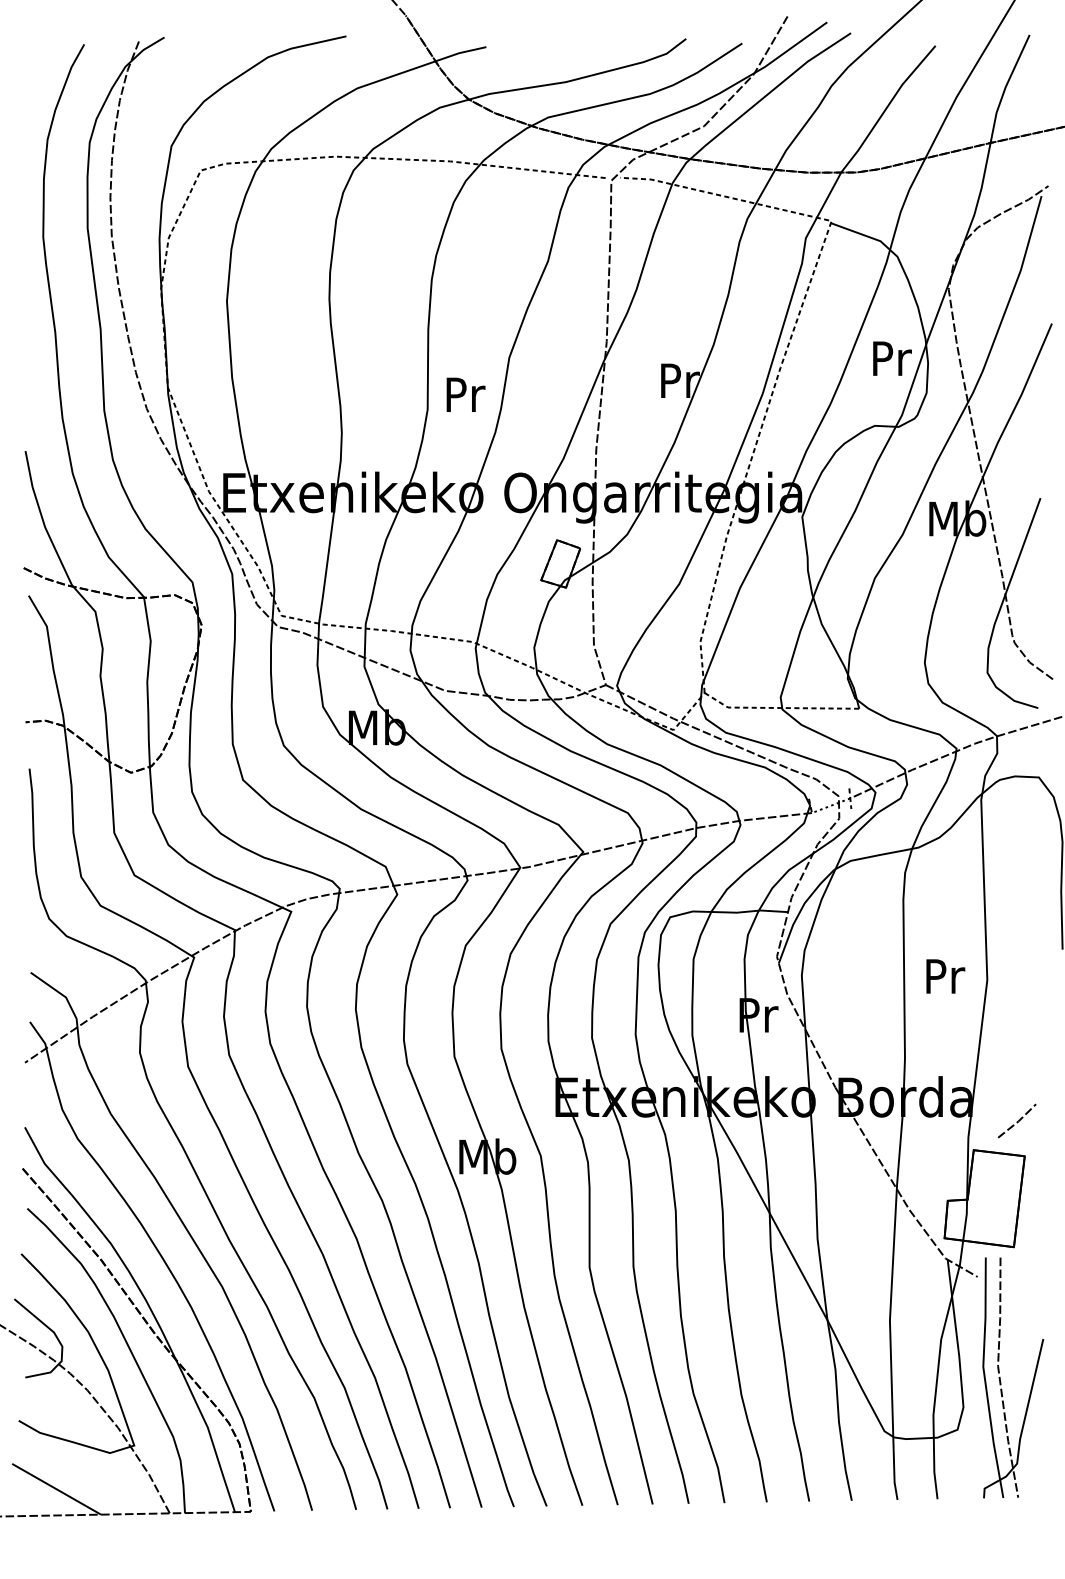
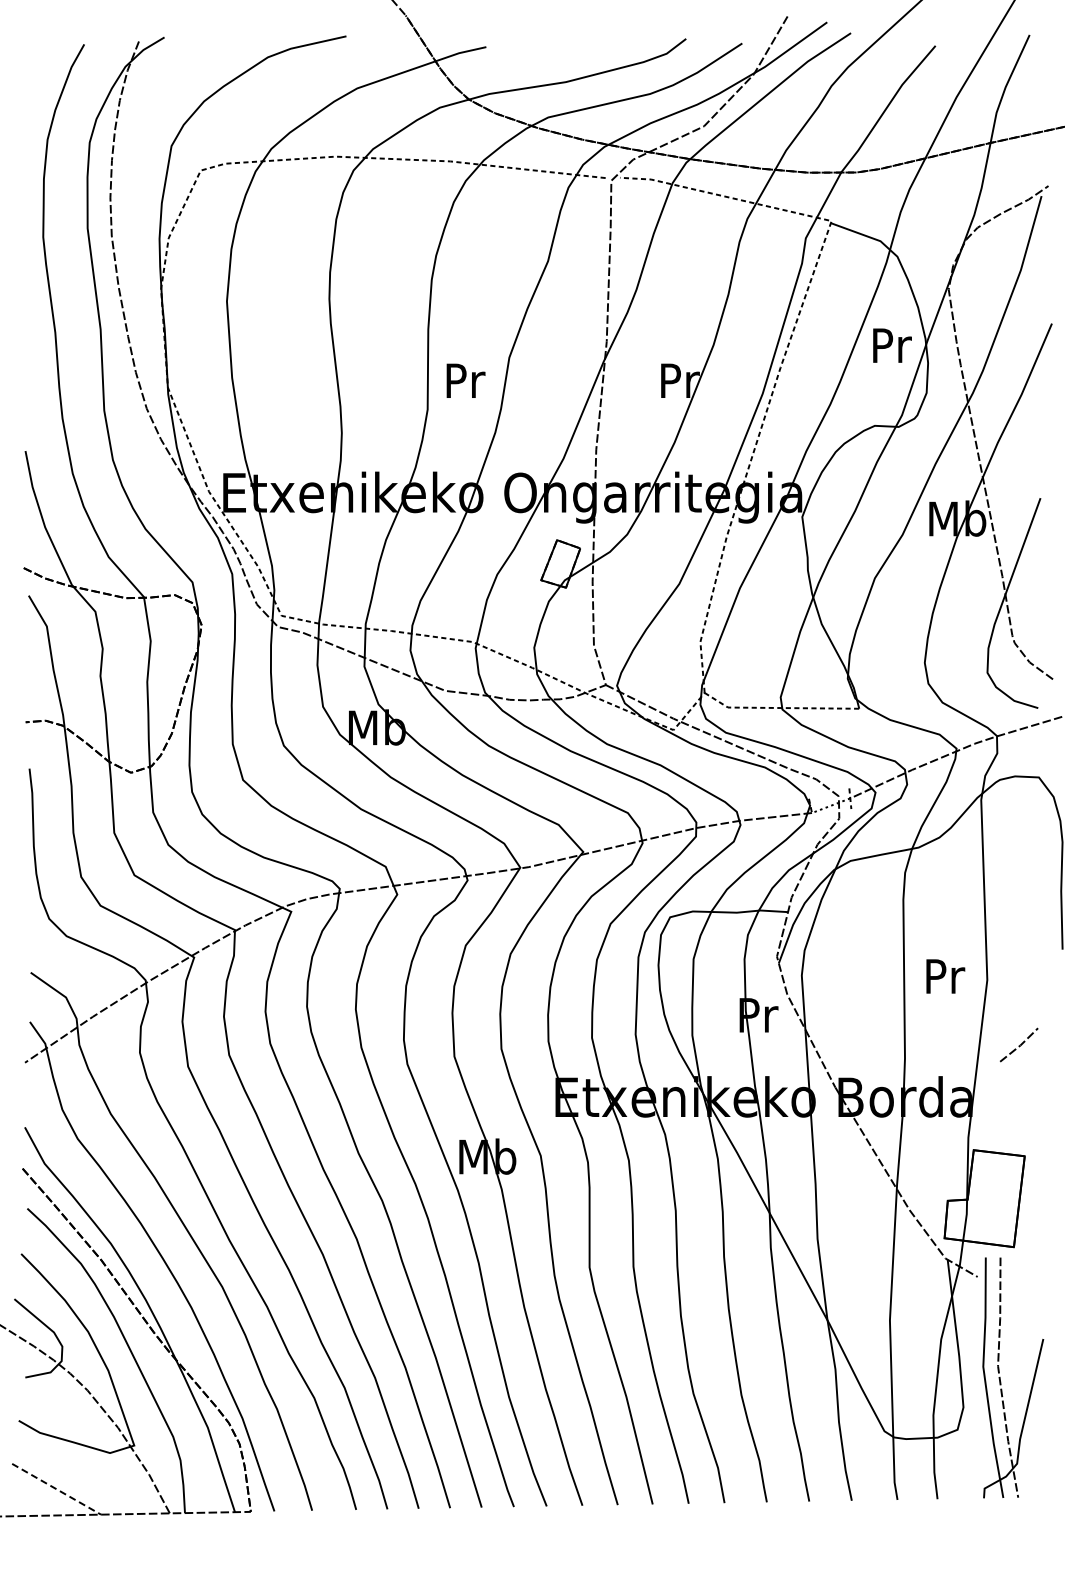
text at (892, 358) position: (892, 358) -> (892, 345)
text at (465, 394) position: (465, 394) -> (465, 380)
line at (1016, 1121) position: (1016, 1121) -> (1018, 1045)
line at (57, 1489): solid -> dashed
